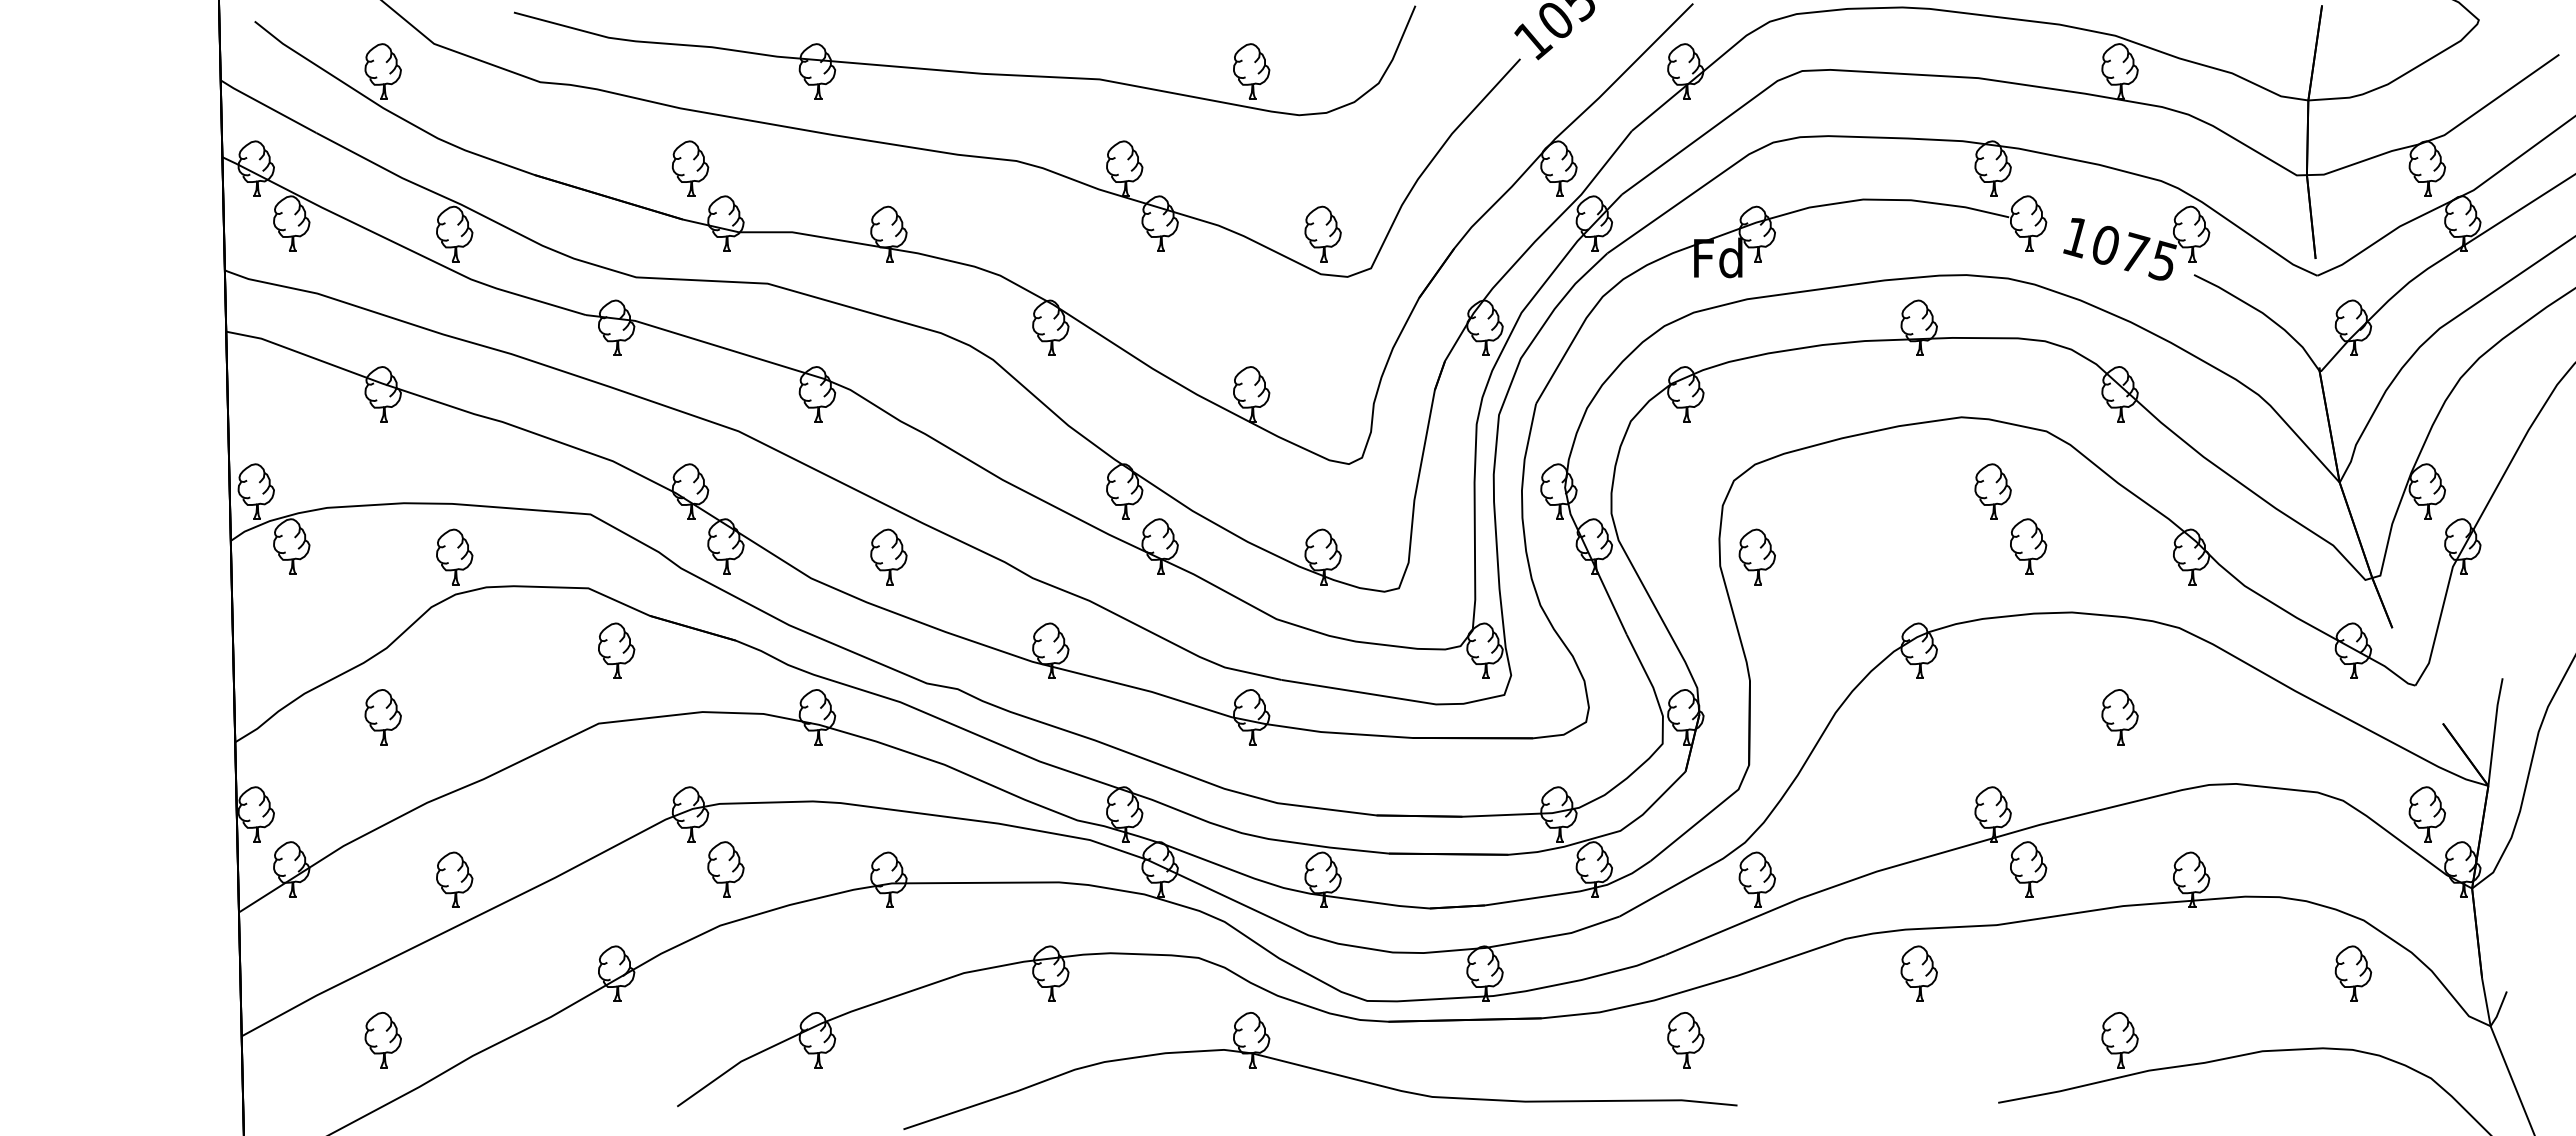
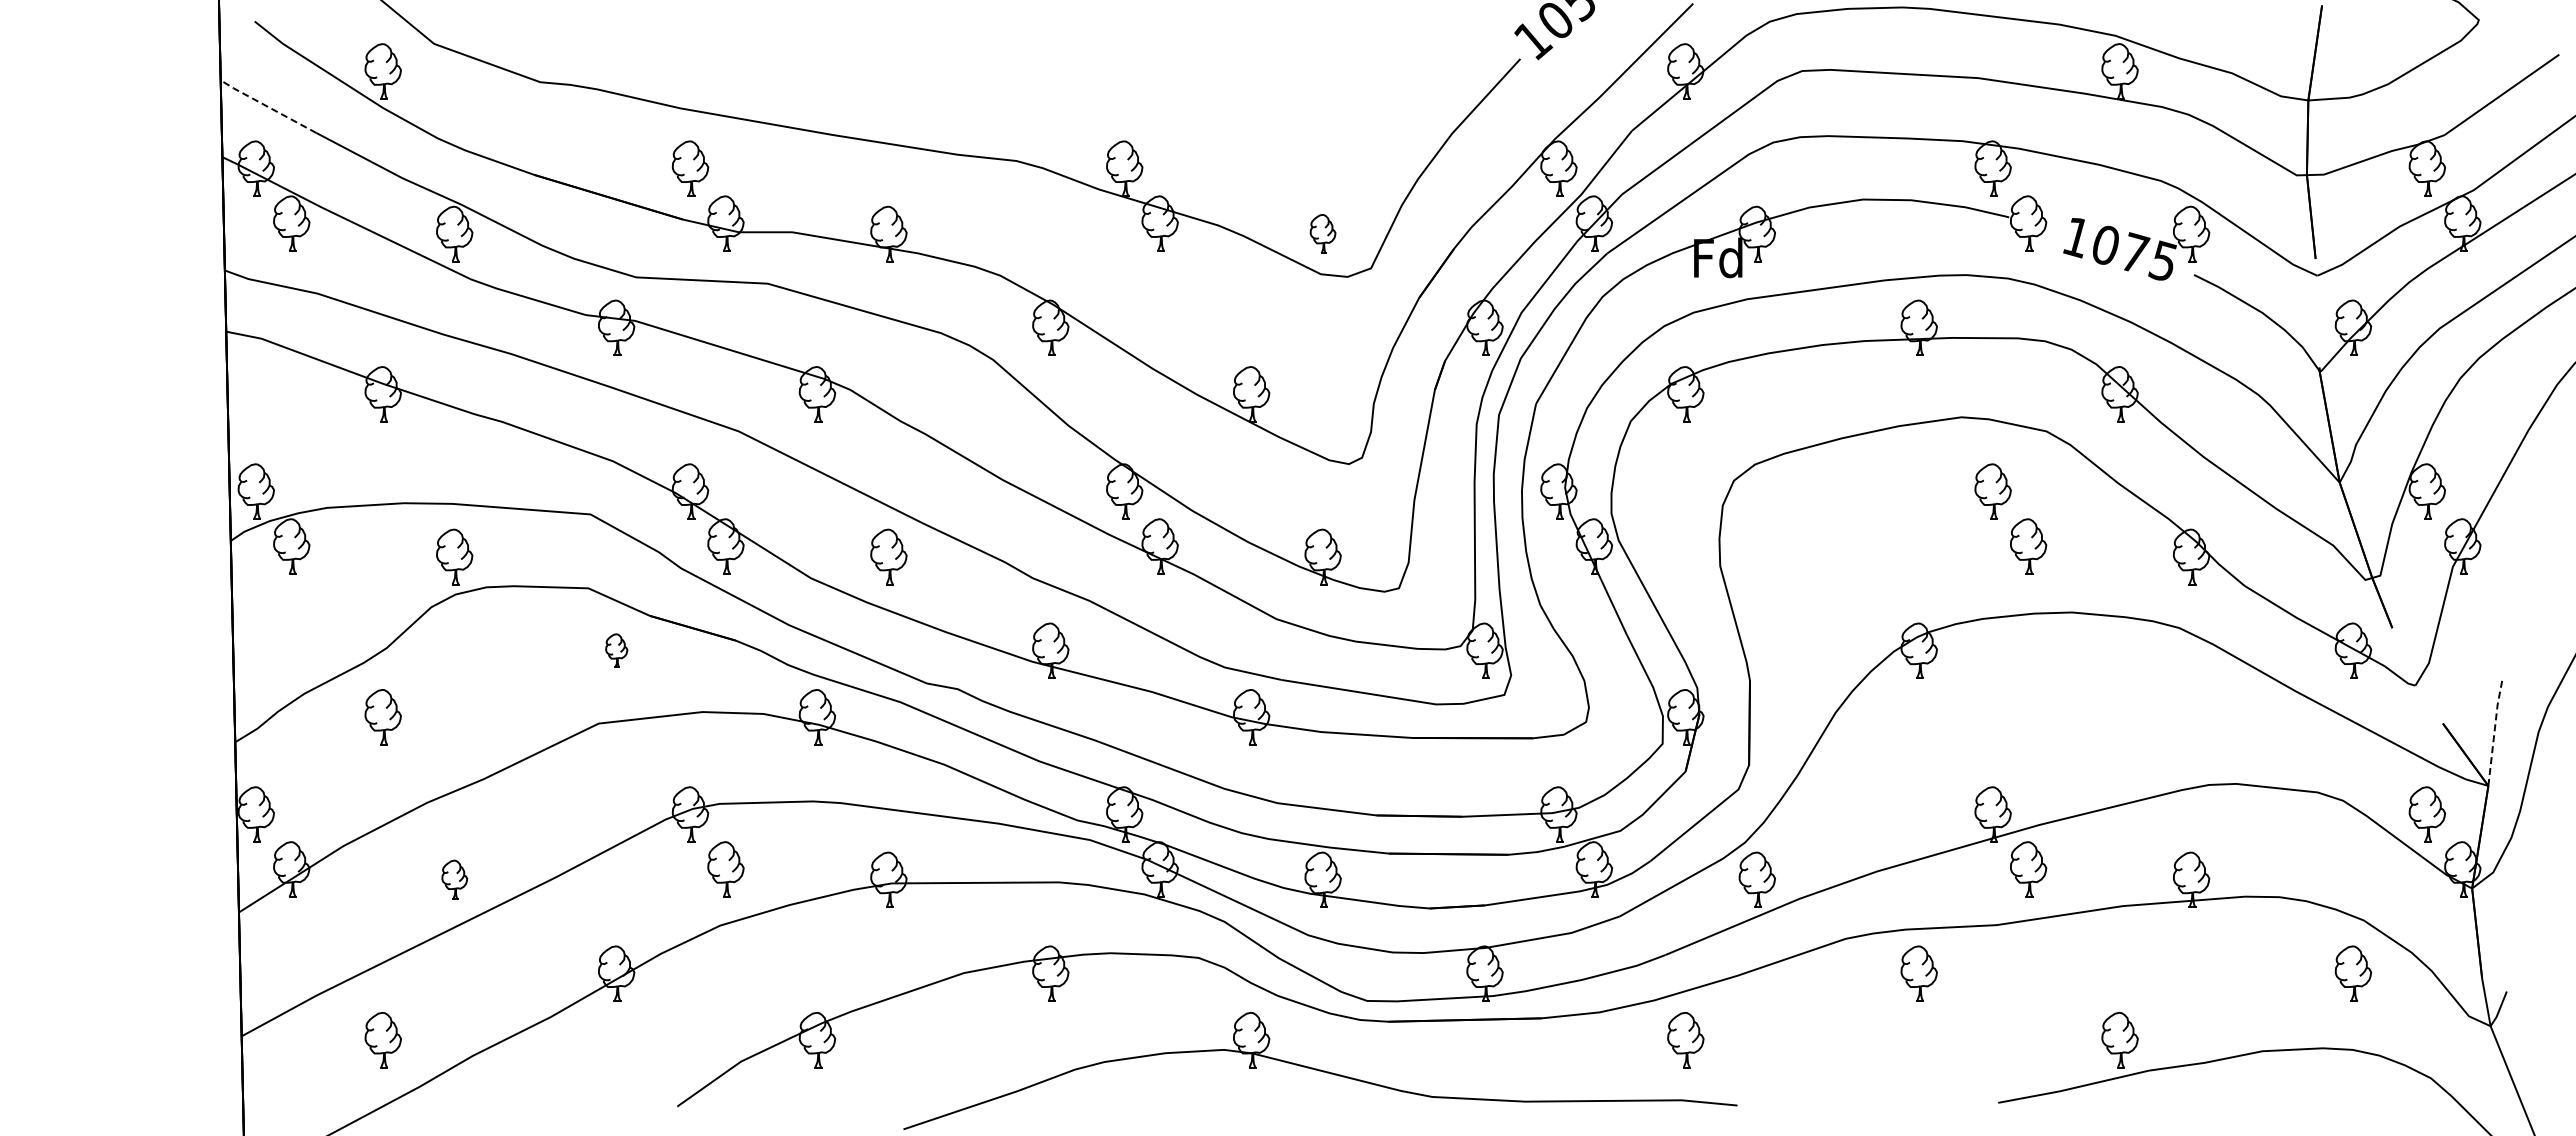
part at (964, 71): present -> none
line at (267, 106): solid -> dashed
part at (1322, 233) size: 38x58 px -> 28x40 px
part at (1756, 556): present -> none
part at (616, 650) size: 38x57 px -> 24x35 px
part at (2119, 717): present -> none
line at (2494, 730): solid -> dashed
part at (454, 879) size: 38x57 px -> 28x41 px
